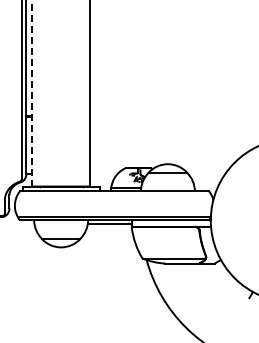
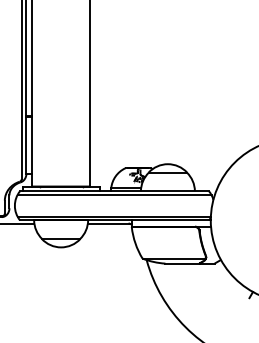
line at (31, 93): dashed -> solid
line at (114, 195): none -> present
line at (18, 223): none -> present
